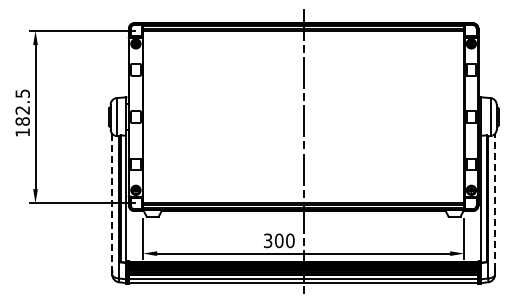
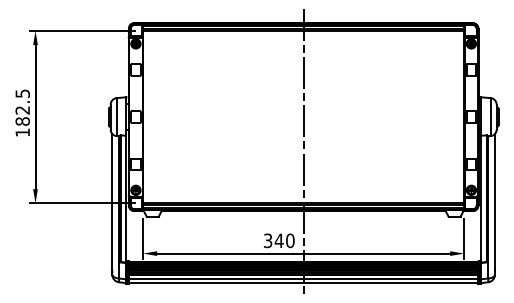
line at (495, 201): dashed -> solid
line at (112, 202): dashed -> solid
text at (278, 240): 300 -> 340
